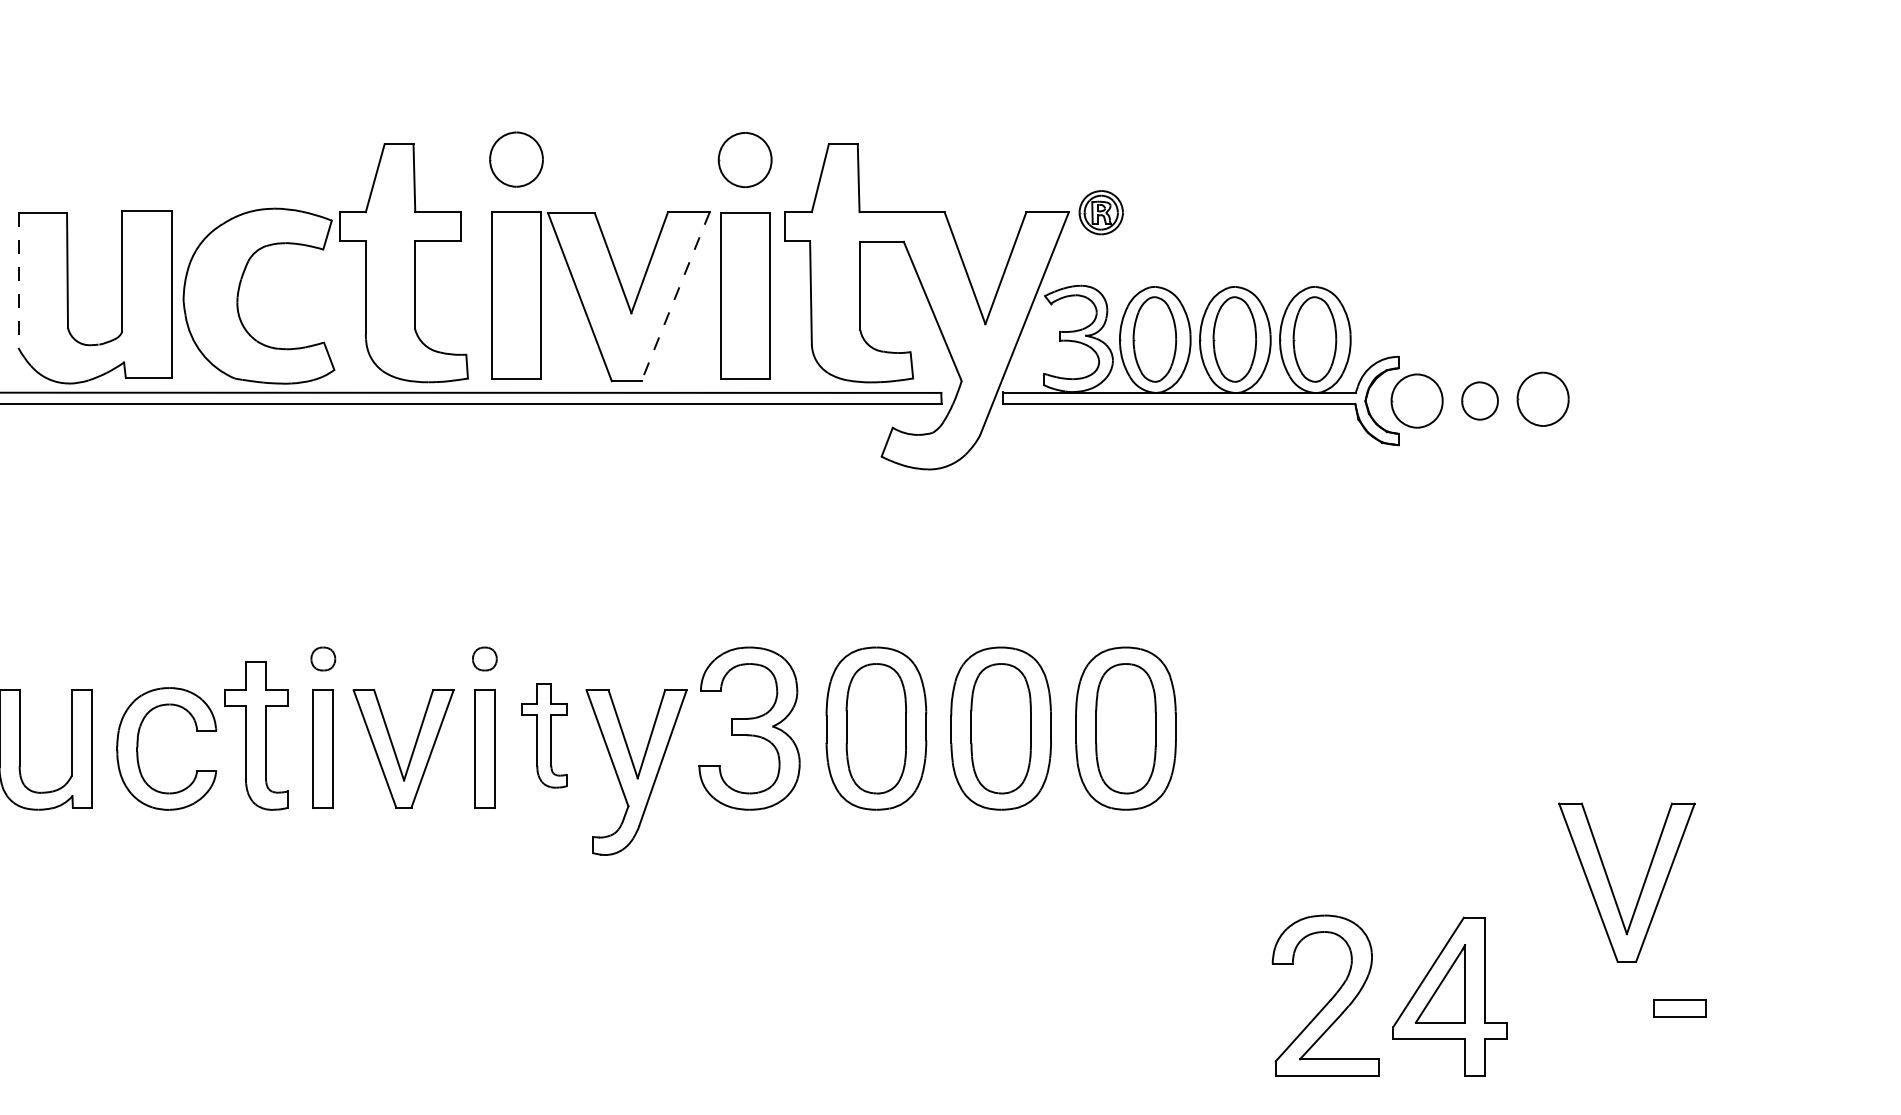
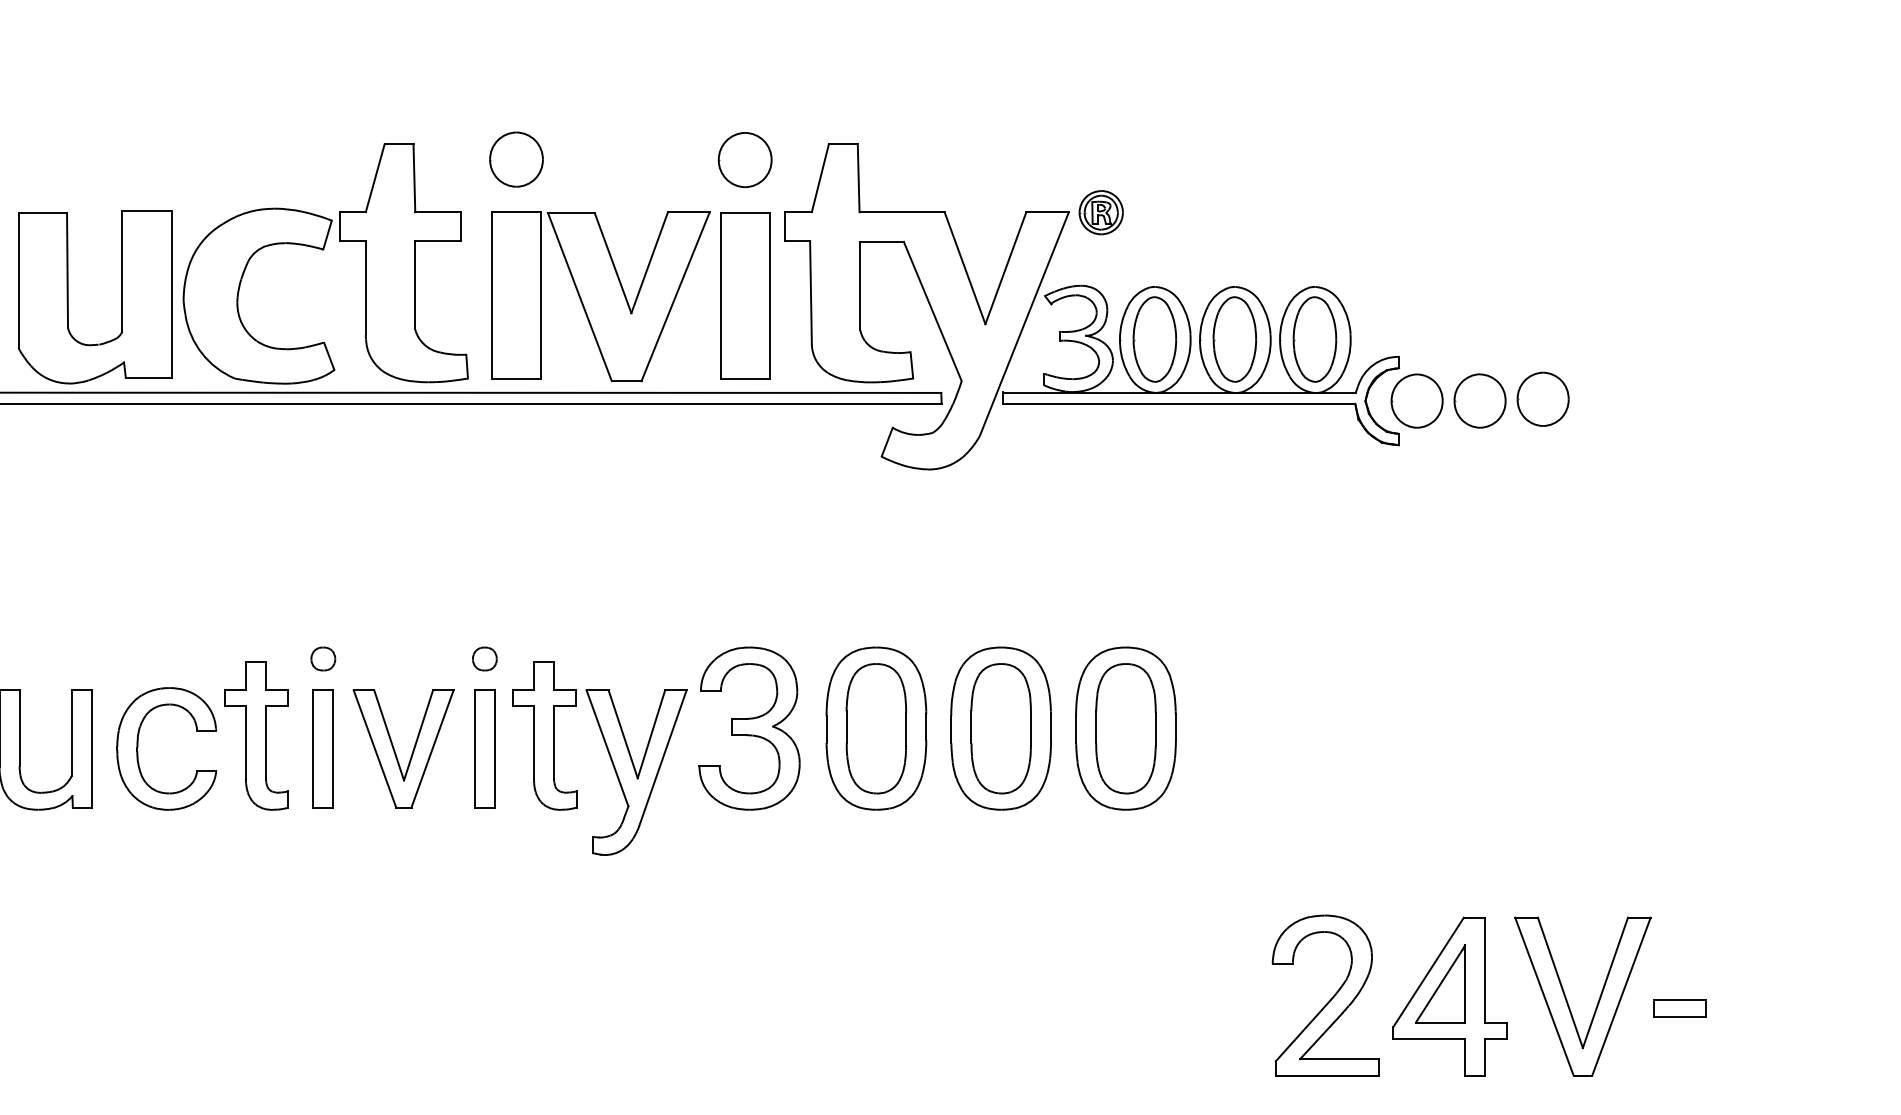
line at (18, 281): dashed -> solid
line at (675, 297): dashed -> solid
part at (1479, 400) size: 38x40 px -> 54x56 px
part at (544, 735) size: 47x106 px -> 66x150 px
part at (1612, 888) position: (1612, 888) -> (1568, 1002)
